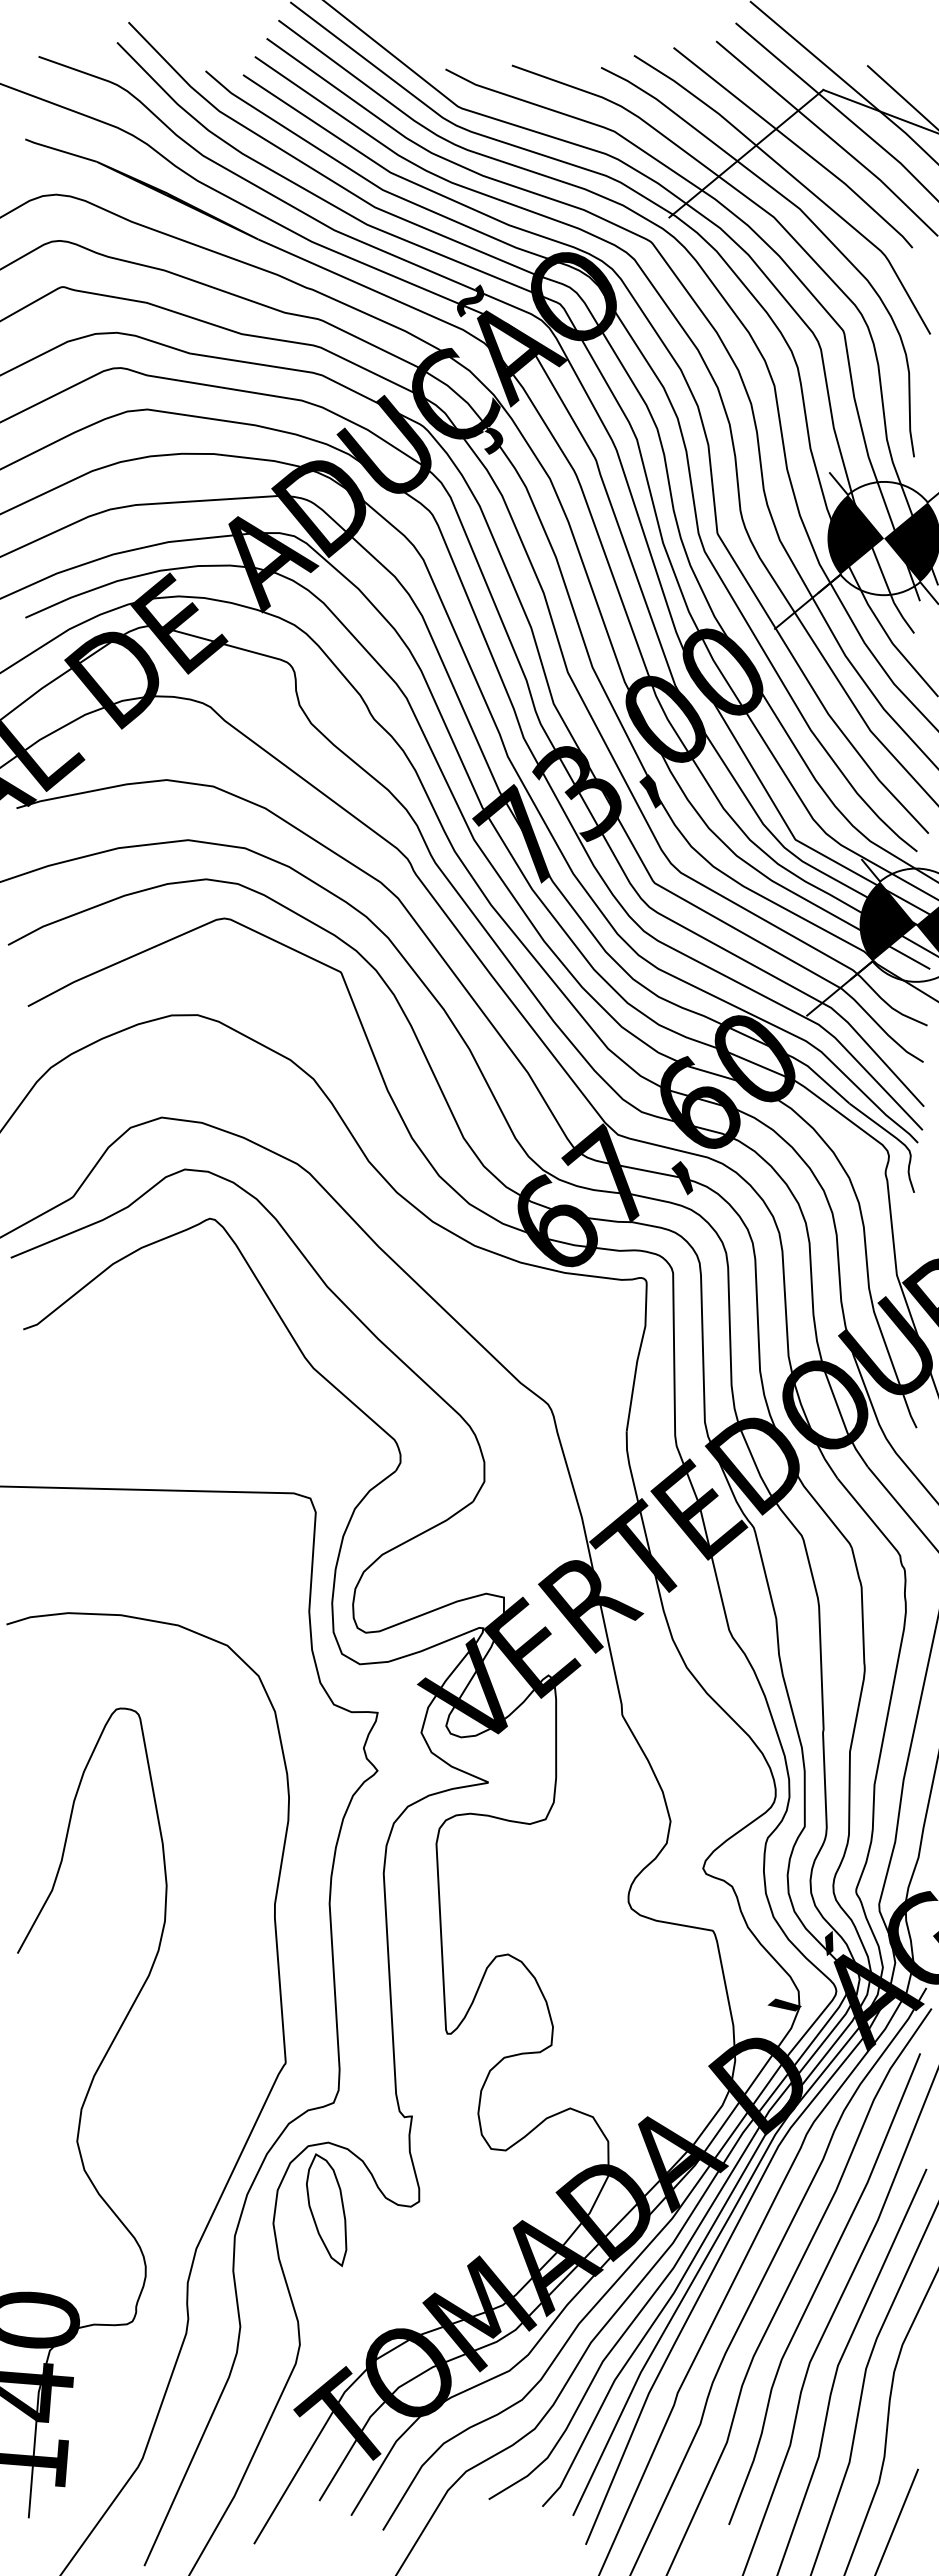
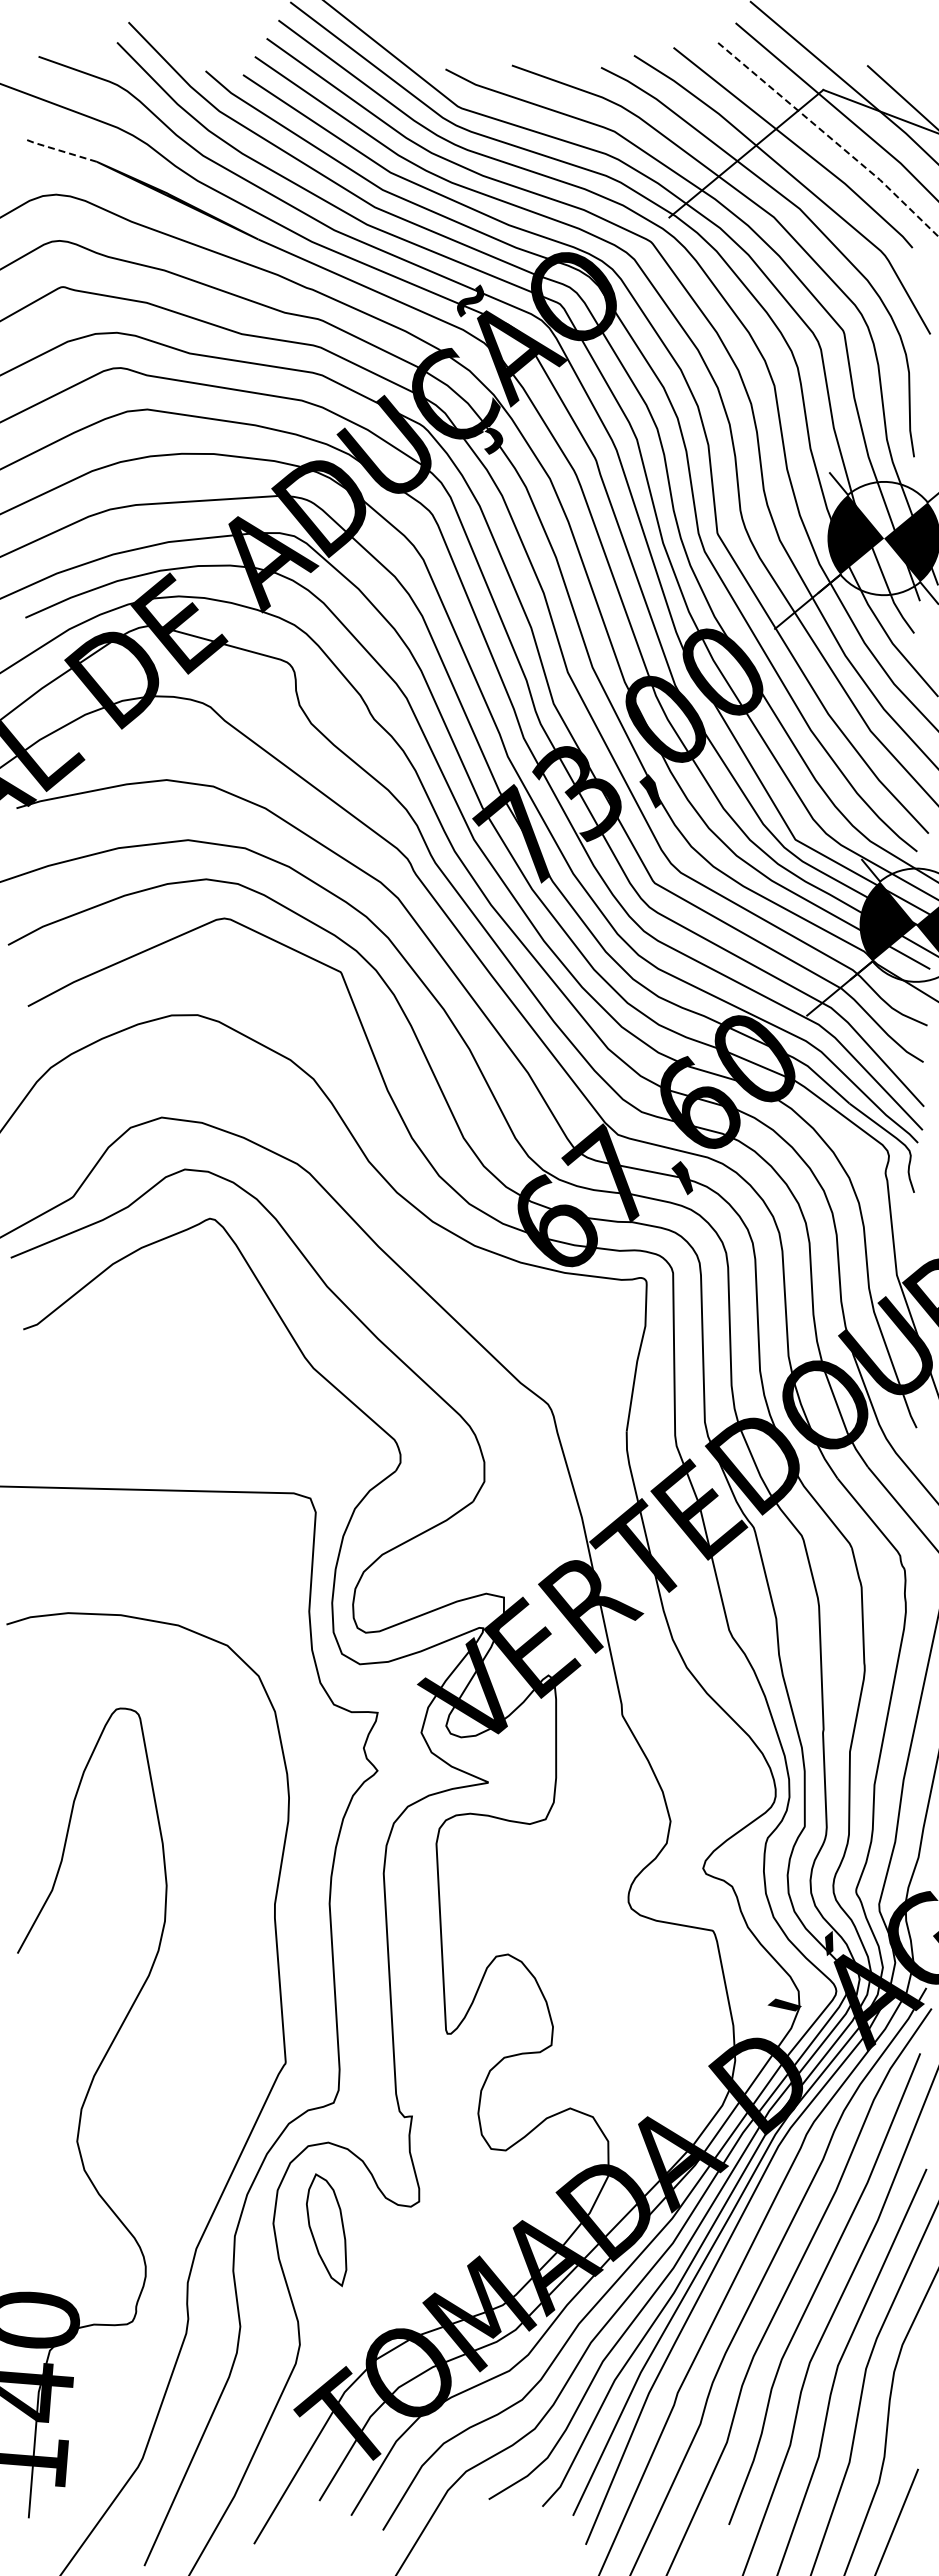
line at (829, 136): solid -> dashed
line at (59, 150): solid -> dashed
part at (326, 2210) position: (326, 2210) -> (326, 2230)
